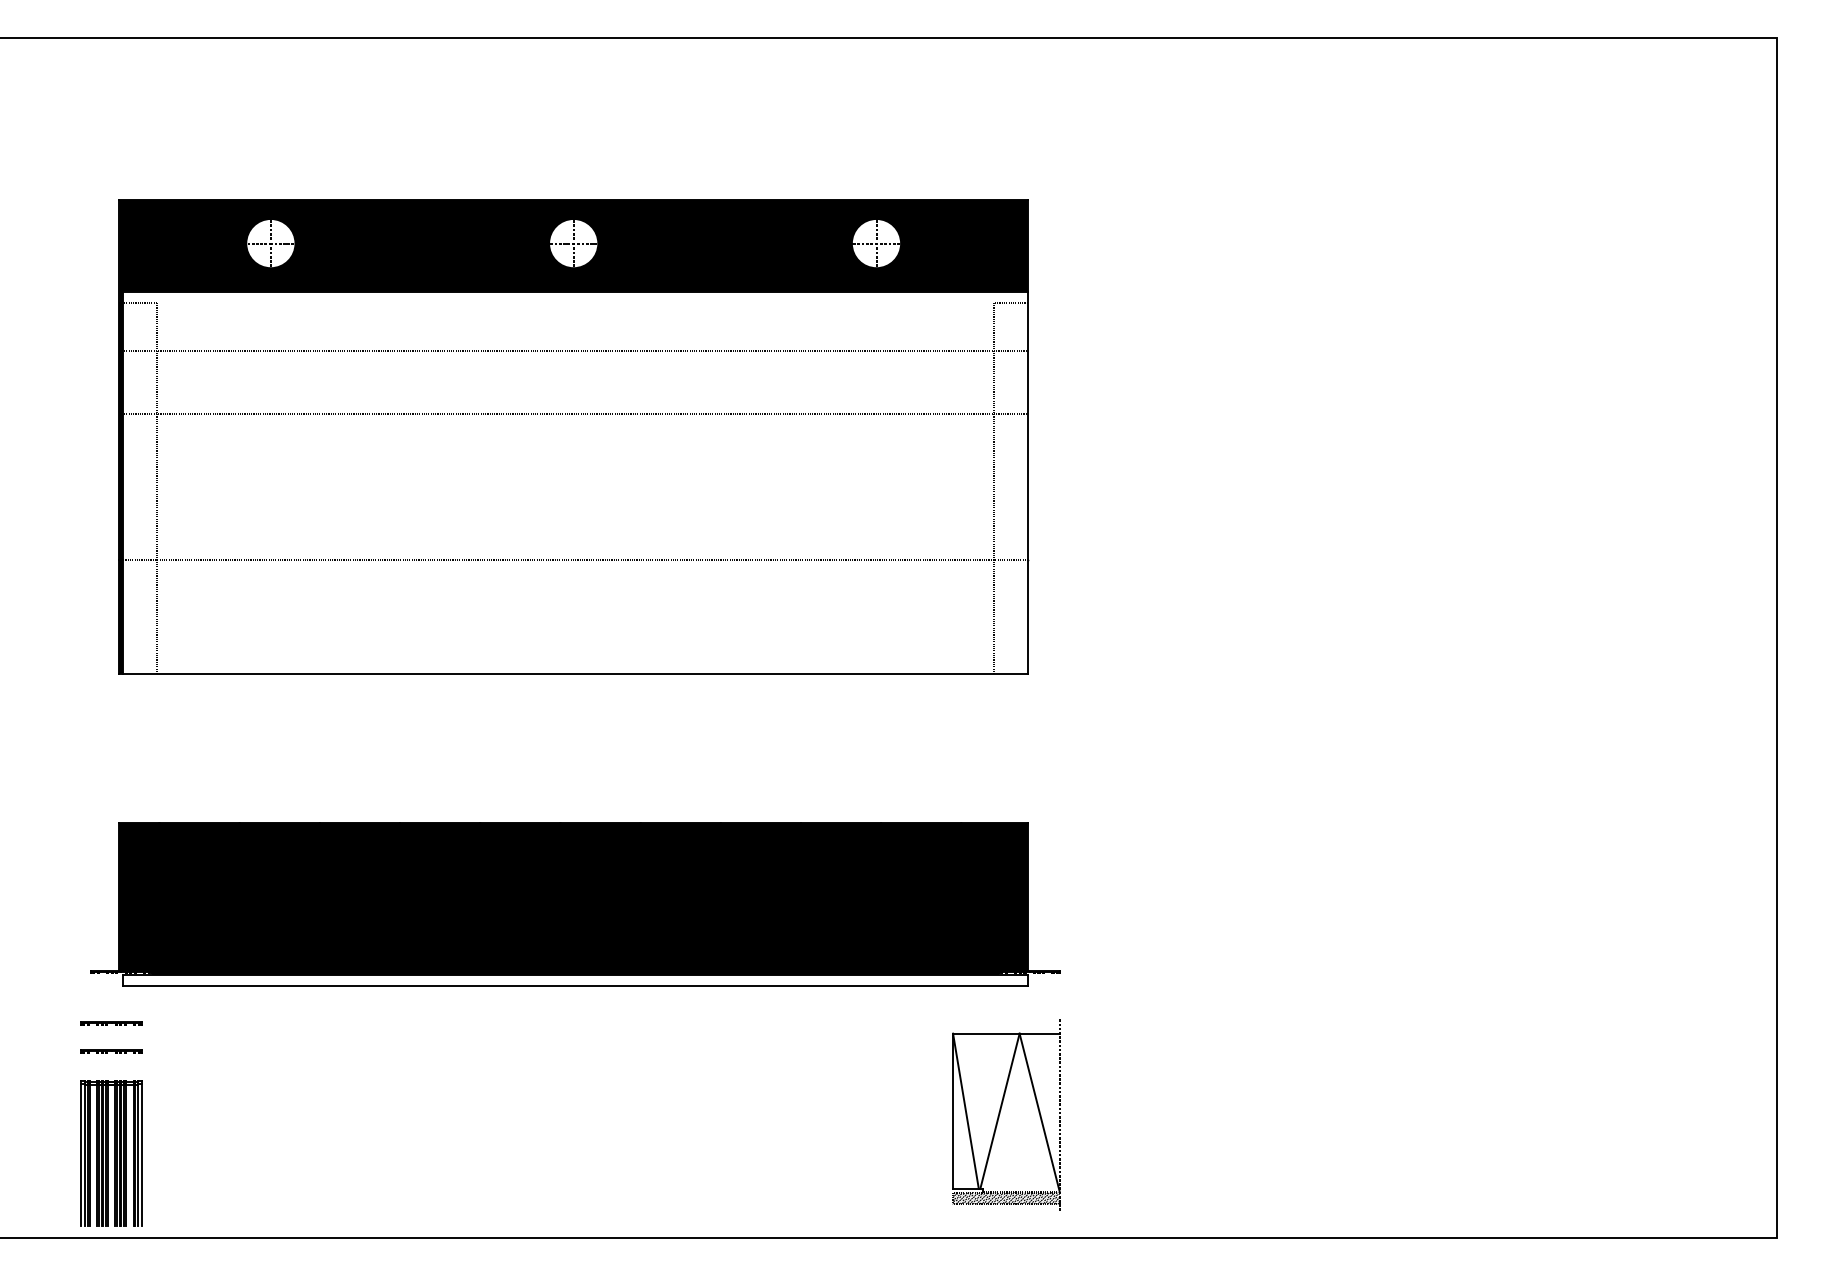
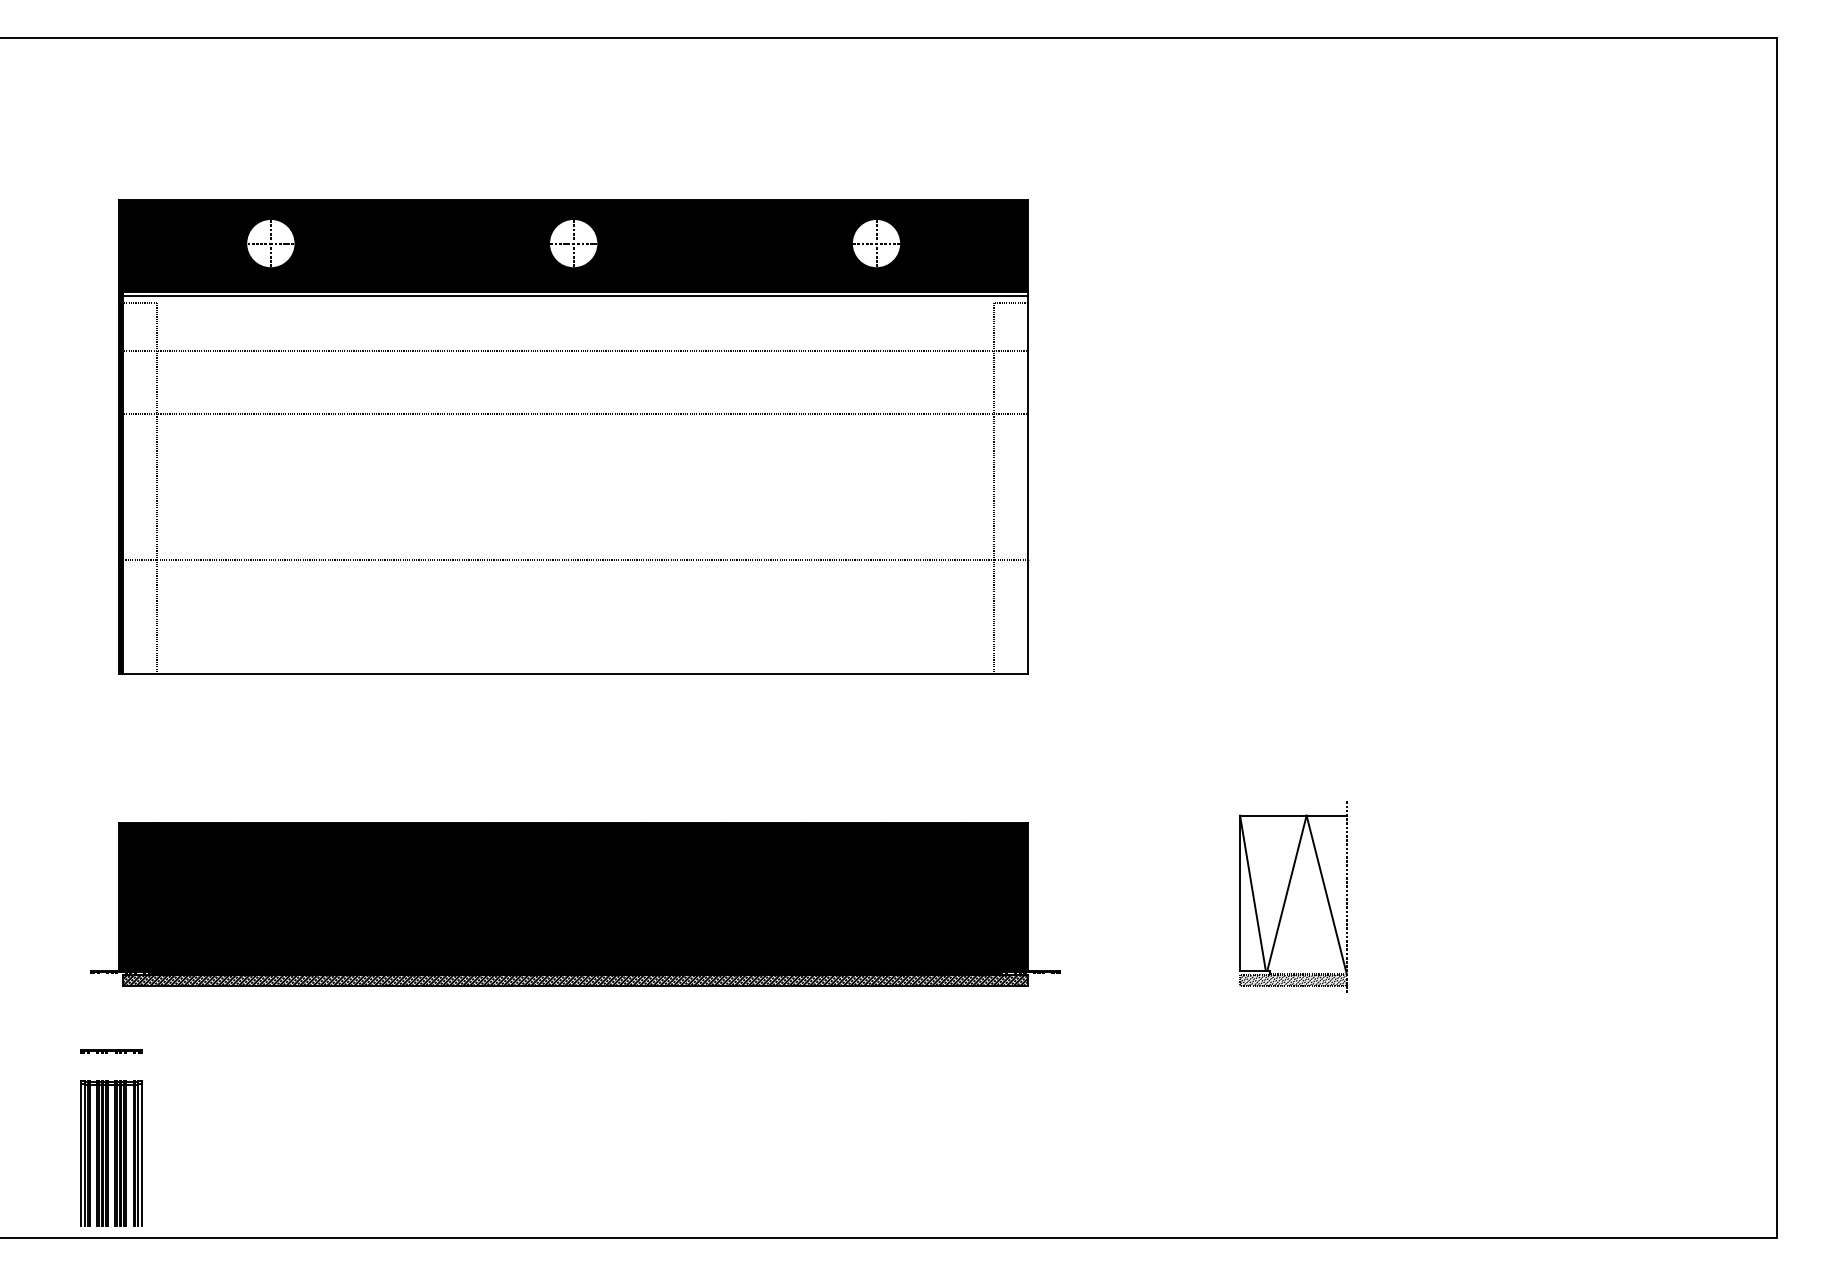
line at (575, 295): none -> present
hatch at (575, 979): none -> present
line at (111, 1023): present -> none
part at (1006, 1114) position: (1006, 1114) -> (1293, 896)
